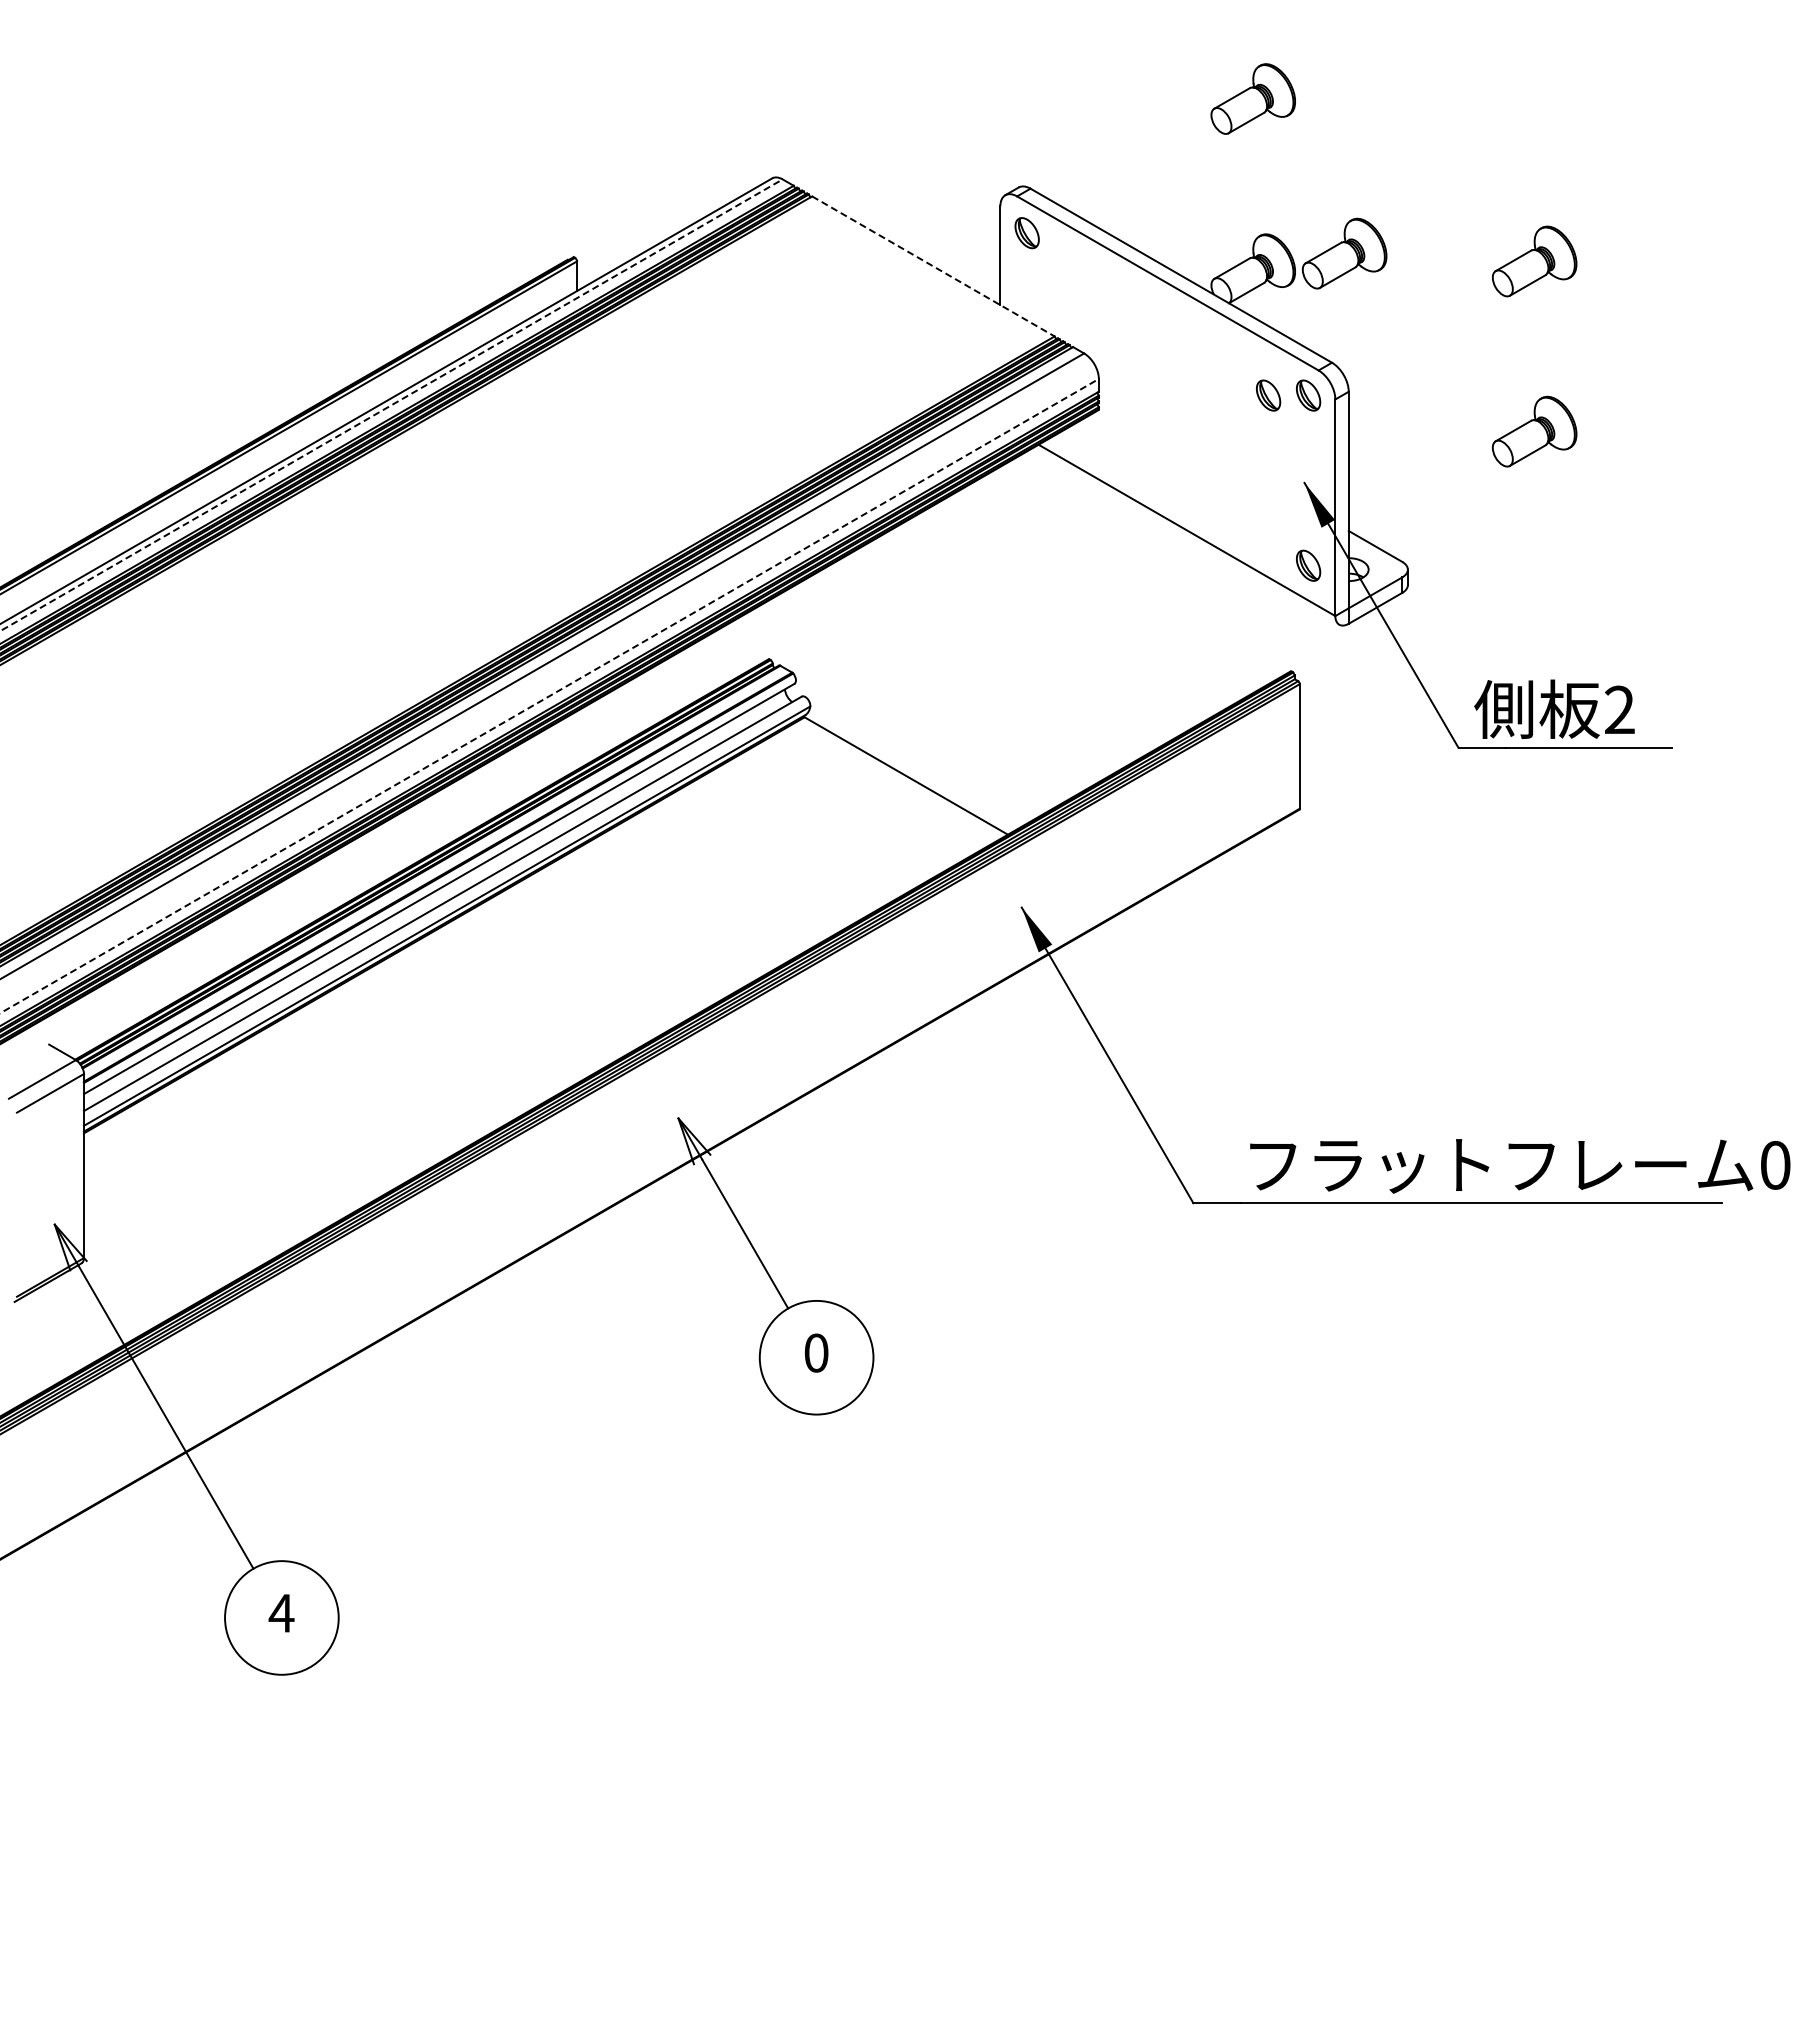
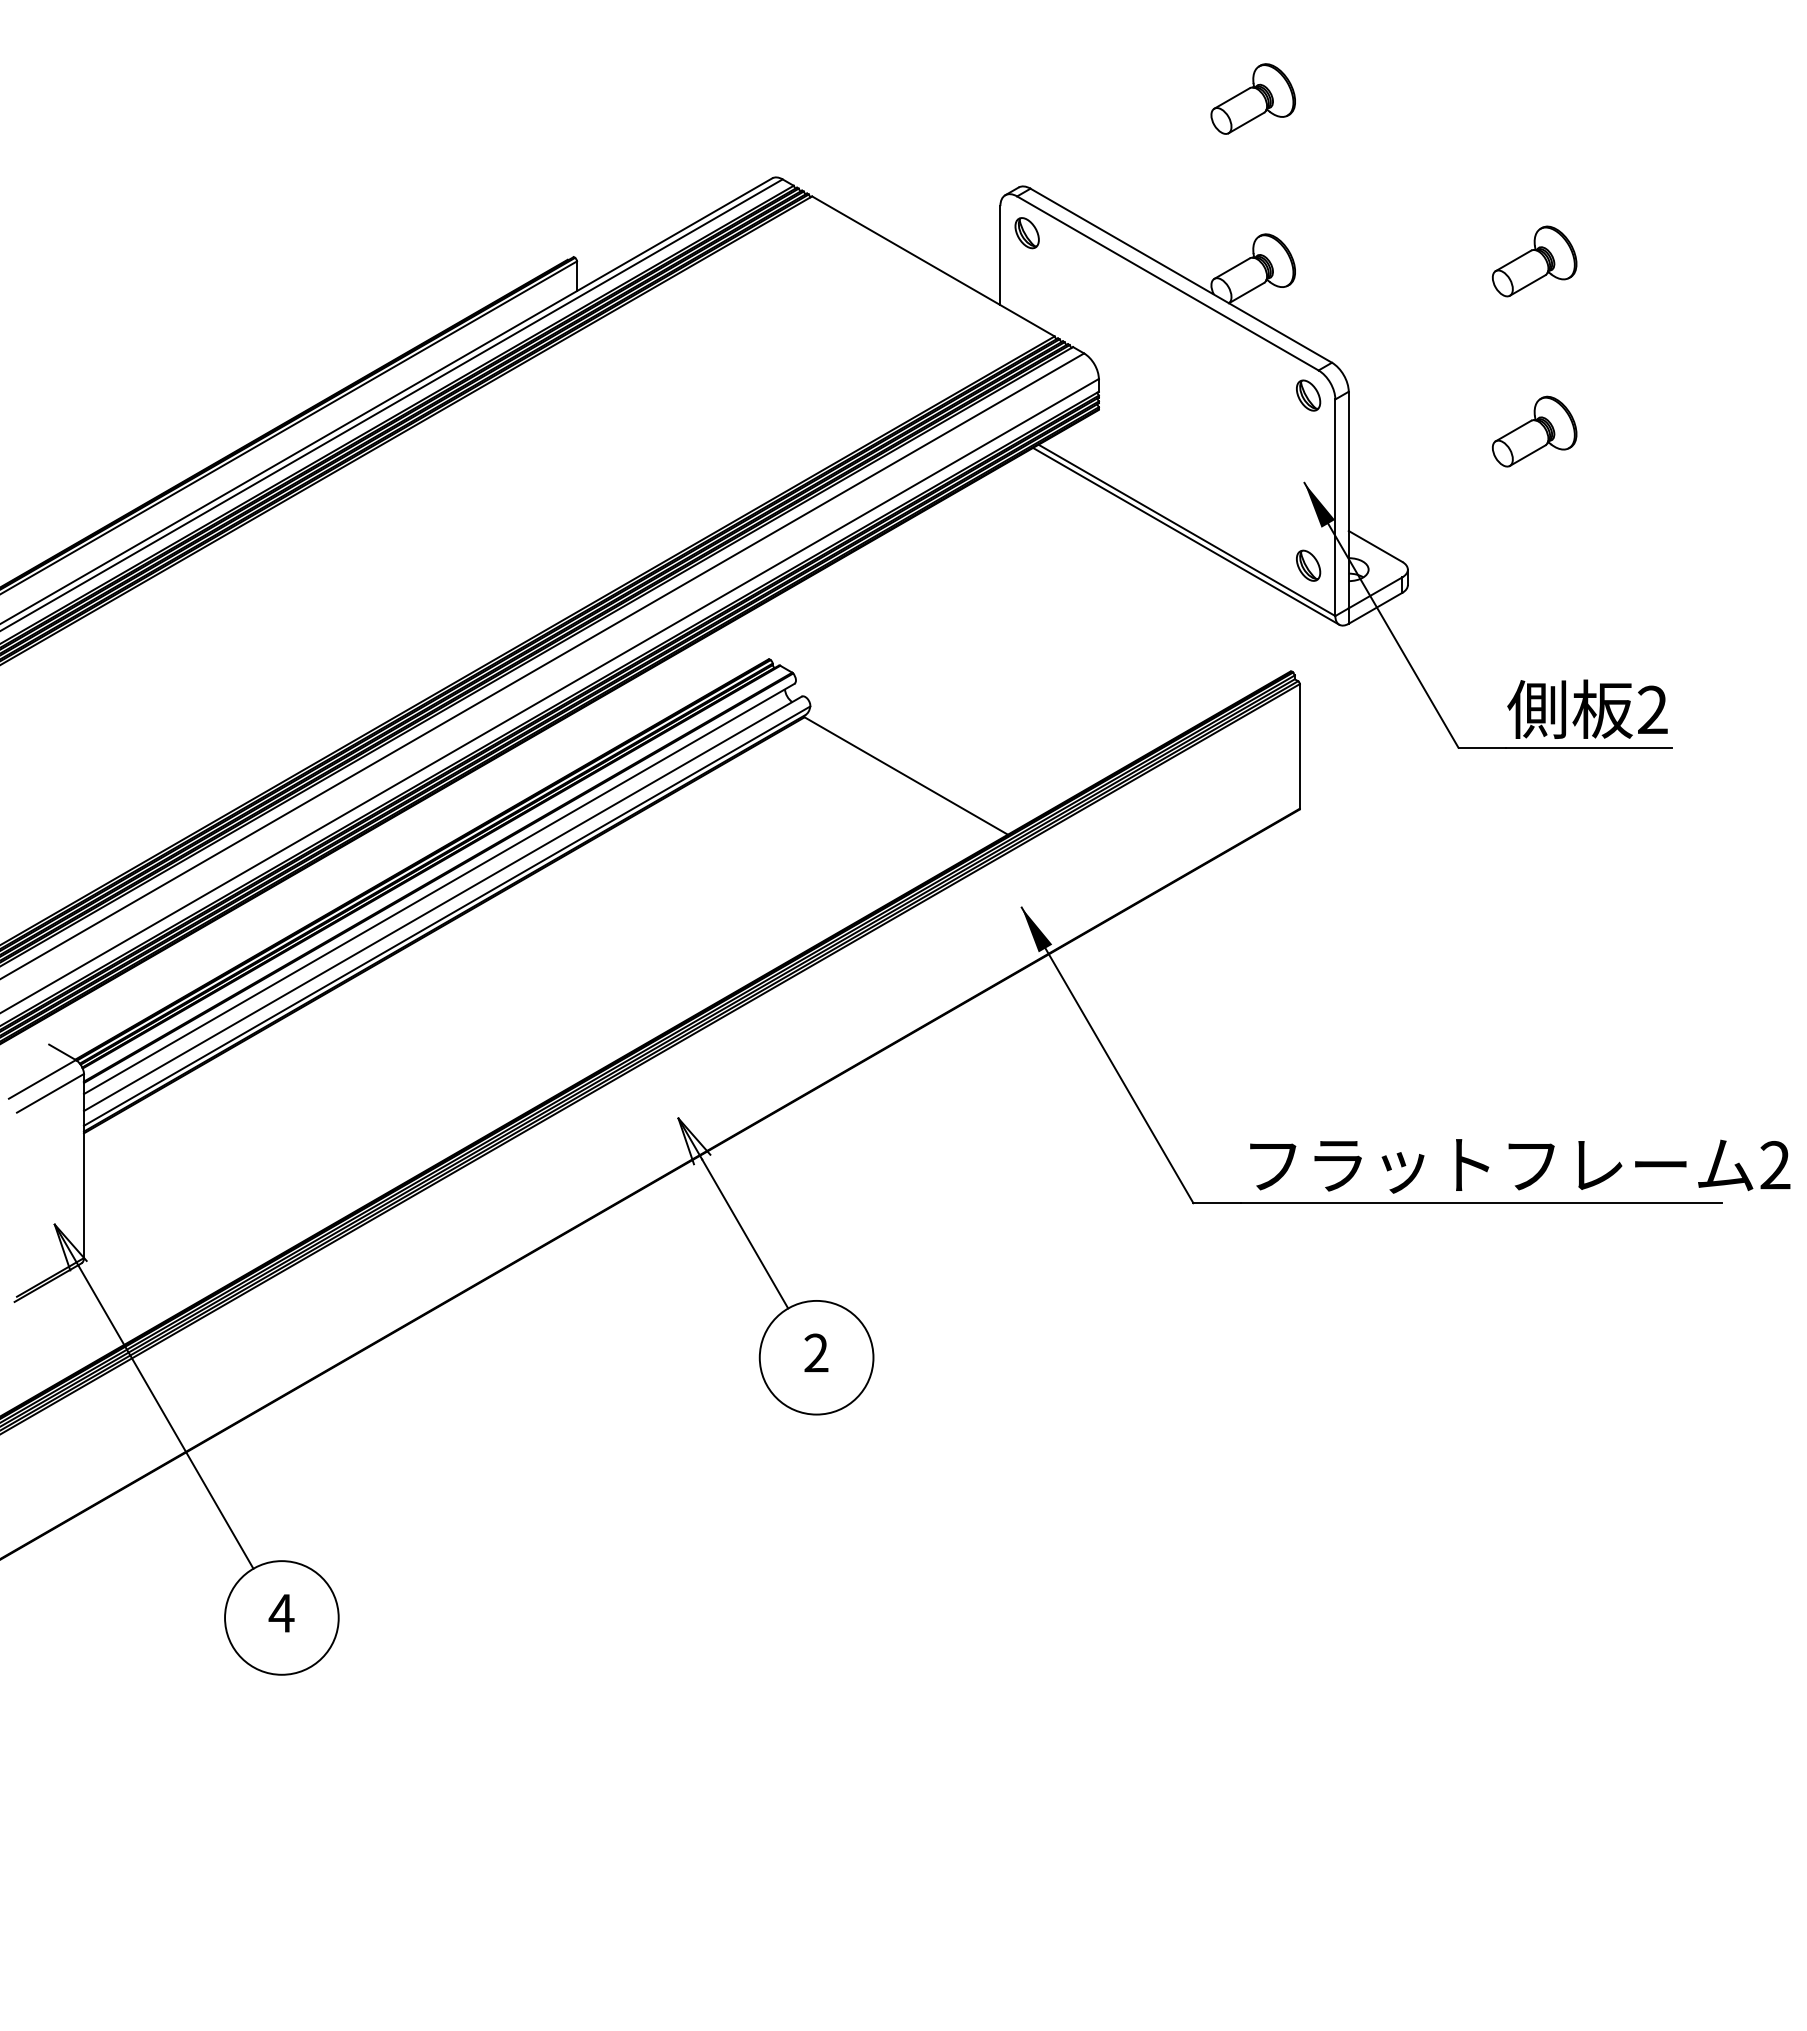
part at (1344, 253): present -> none
line at (933, 266): dashed -> solid
part at (1268, 395): present -> none
line at (392, 404): dashed -> solid
line at (1186, 535): none -> present
line at (549, 695): dashed -> solid
text at (1554, 708) position: (1554, 708) -> (1587, 708)
text at (1775, 1165): 0 -> 2
text at (816, 1352): 0 -> 2
